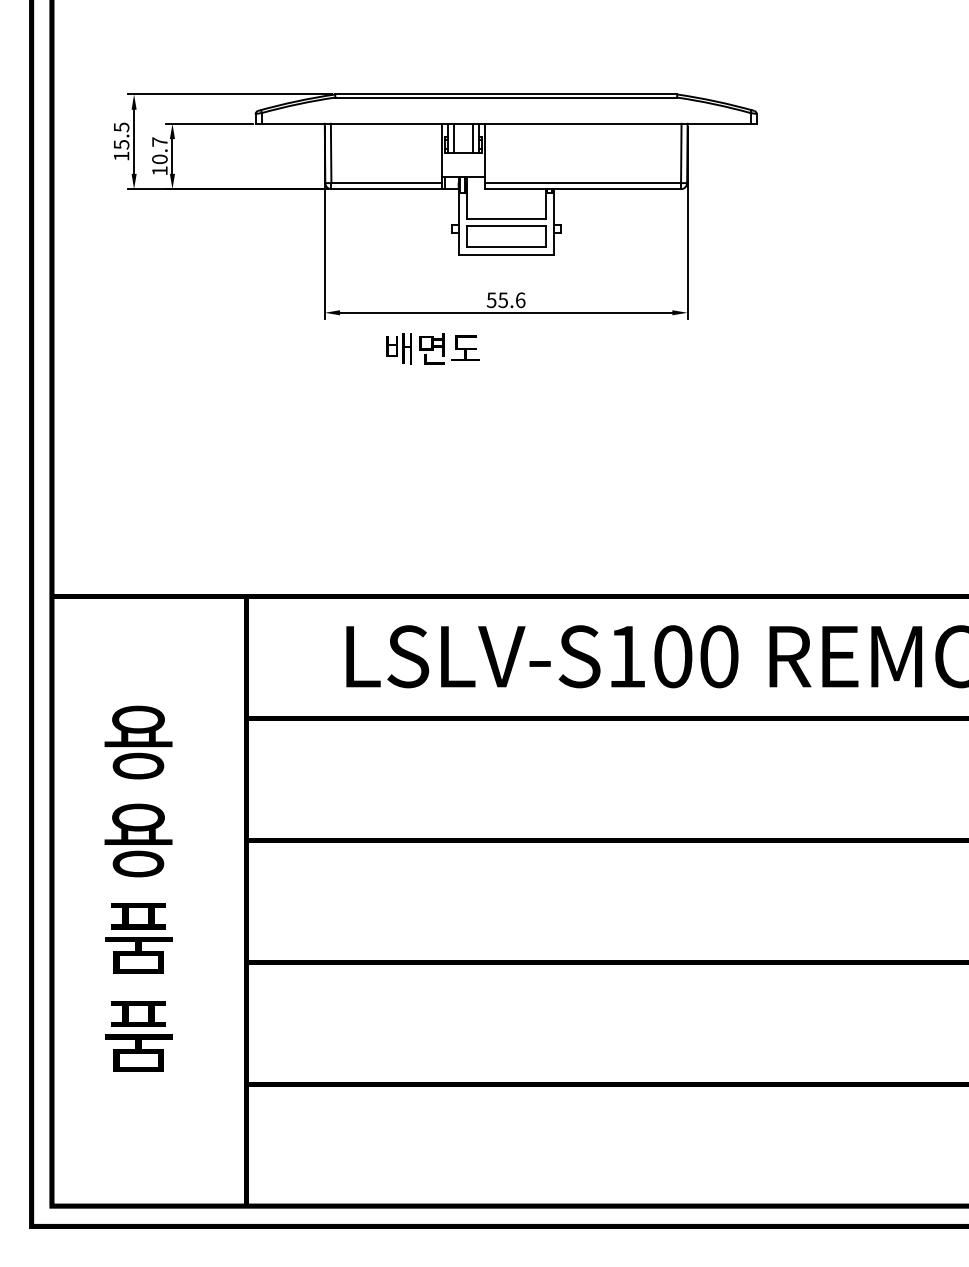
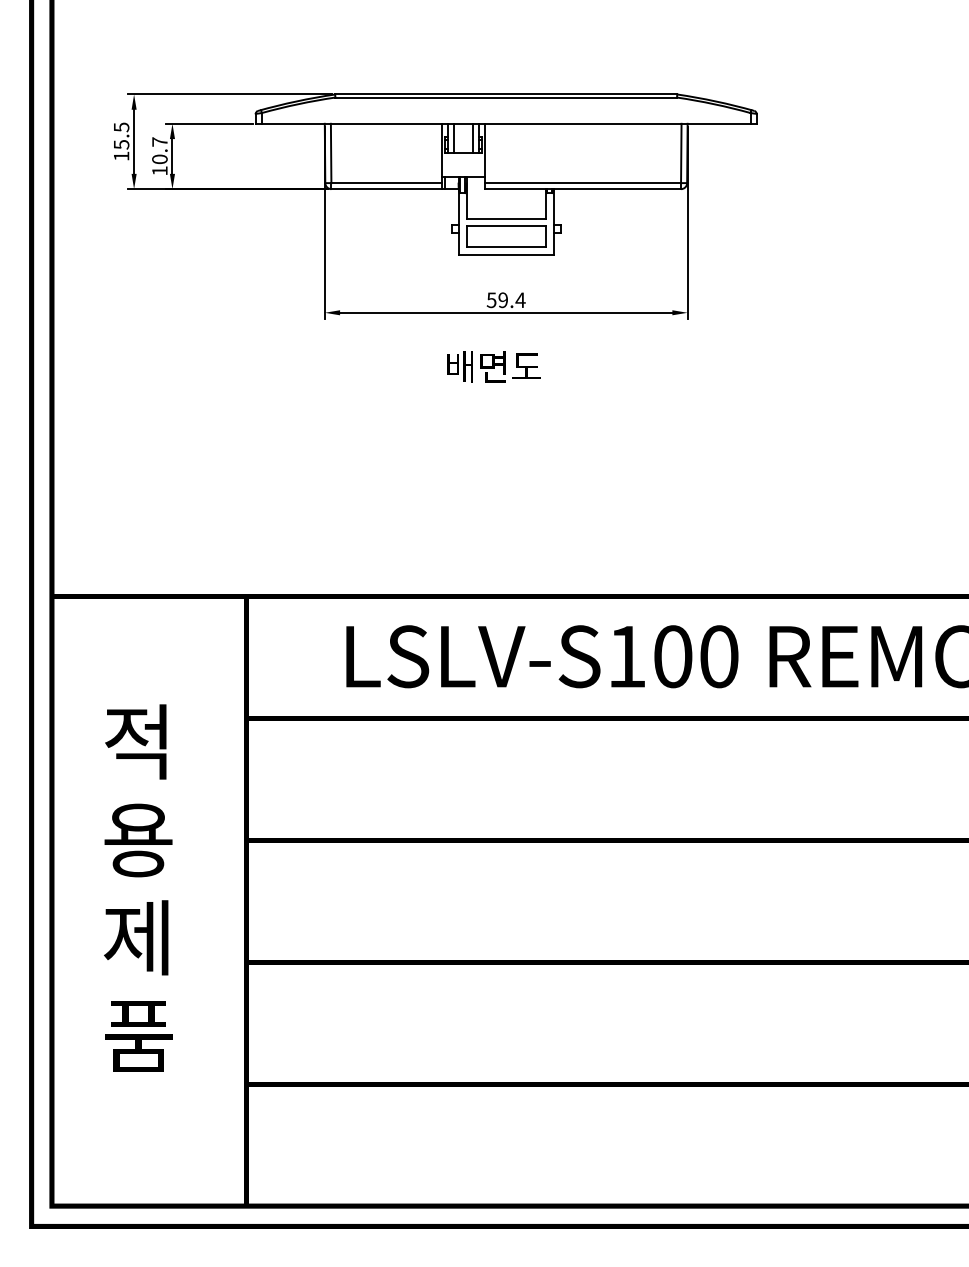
text at (511, 300): 55.6 -> 59.4
text at (432, 348) position: (432, 348) -> (493, 366)
text at (138, 741): 용 -> 적
text at (138, 937): 품 -> 제
